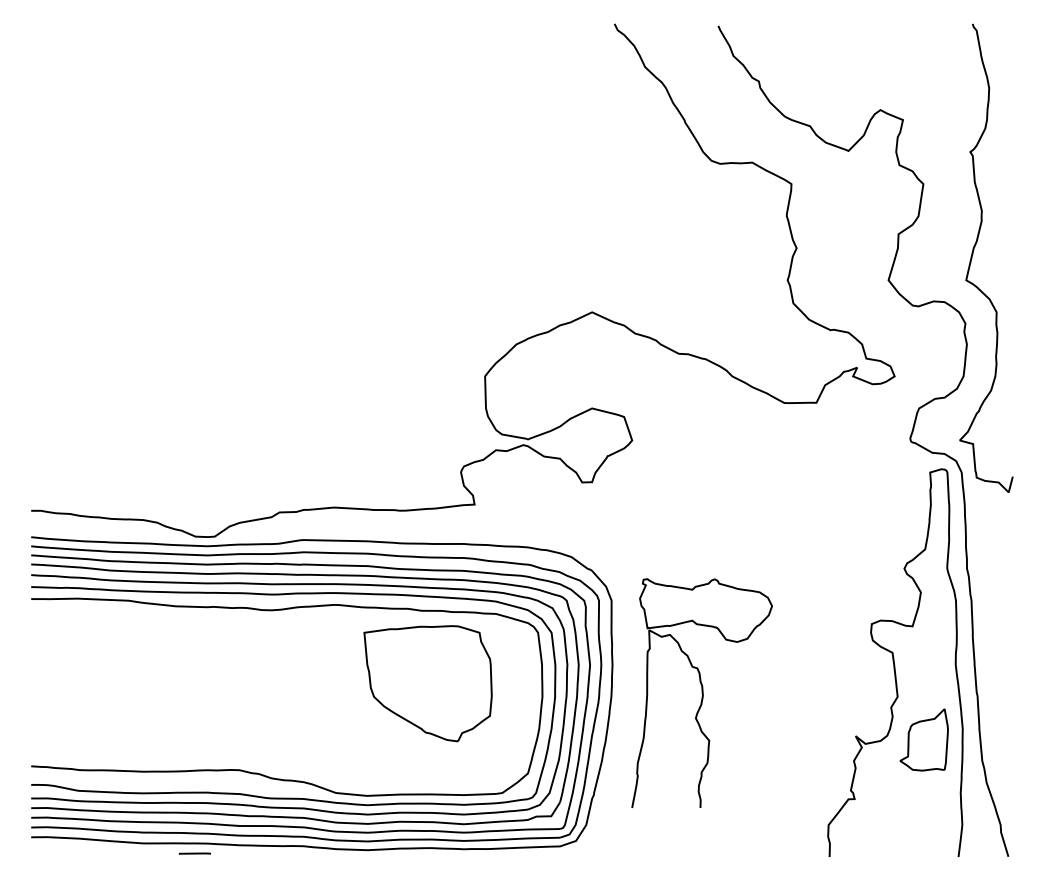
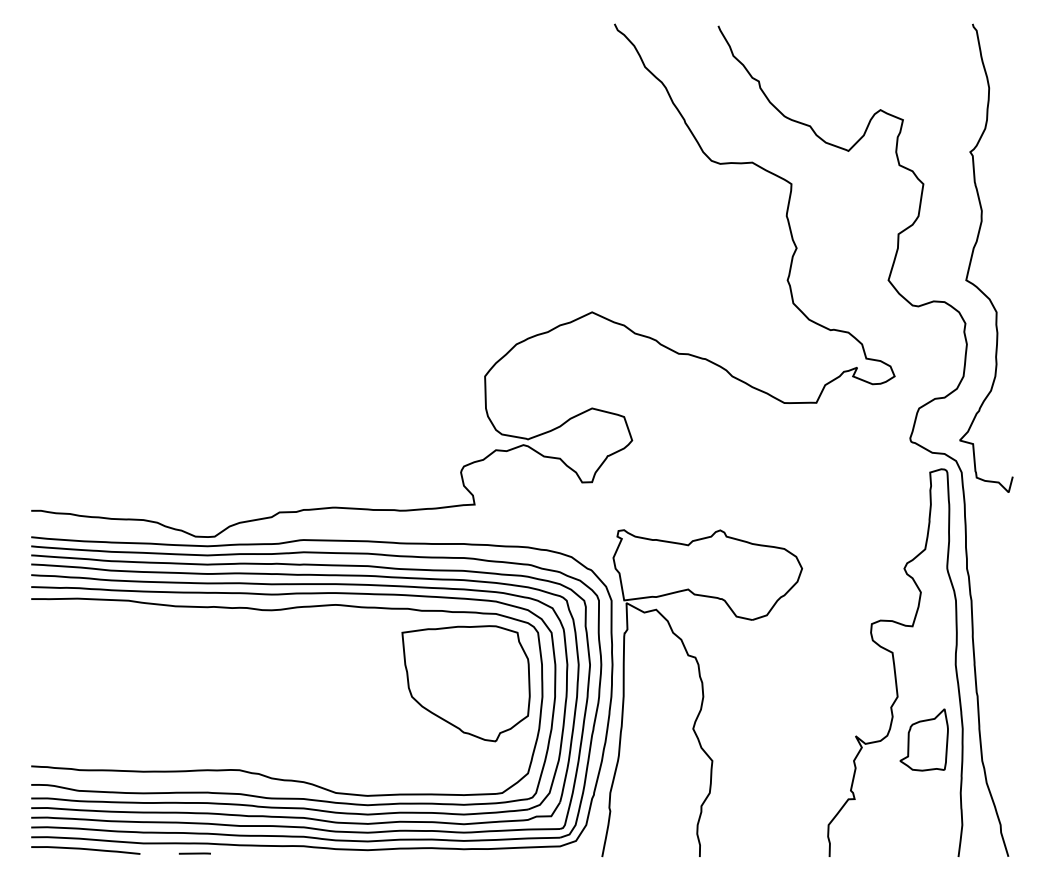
part at (427, 683) position: (427, 683) -> (465, 683)
part at (701, 692) size: 142x230 px -> 202x329 px
curve at (85, 849): none -> present
